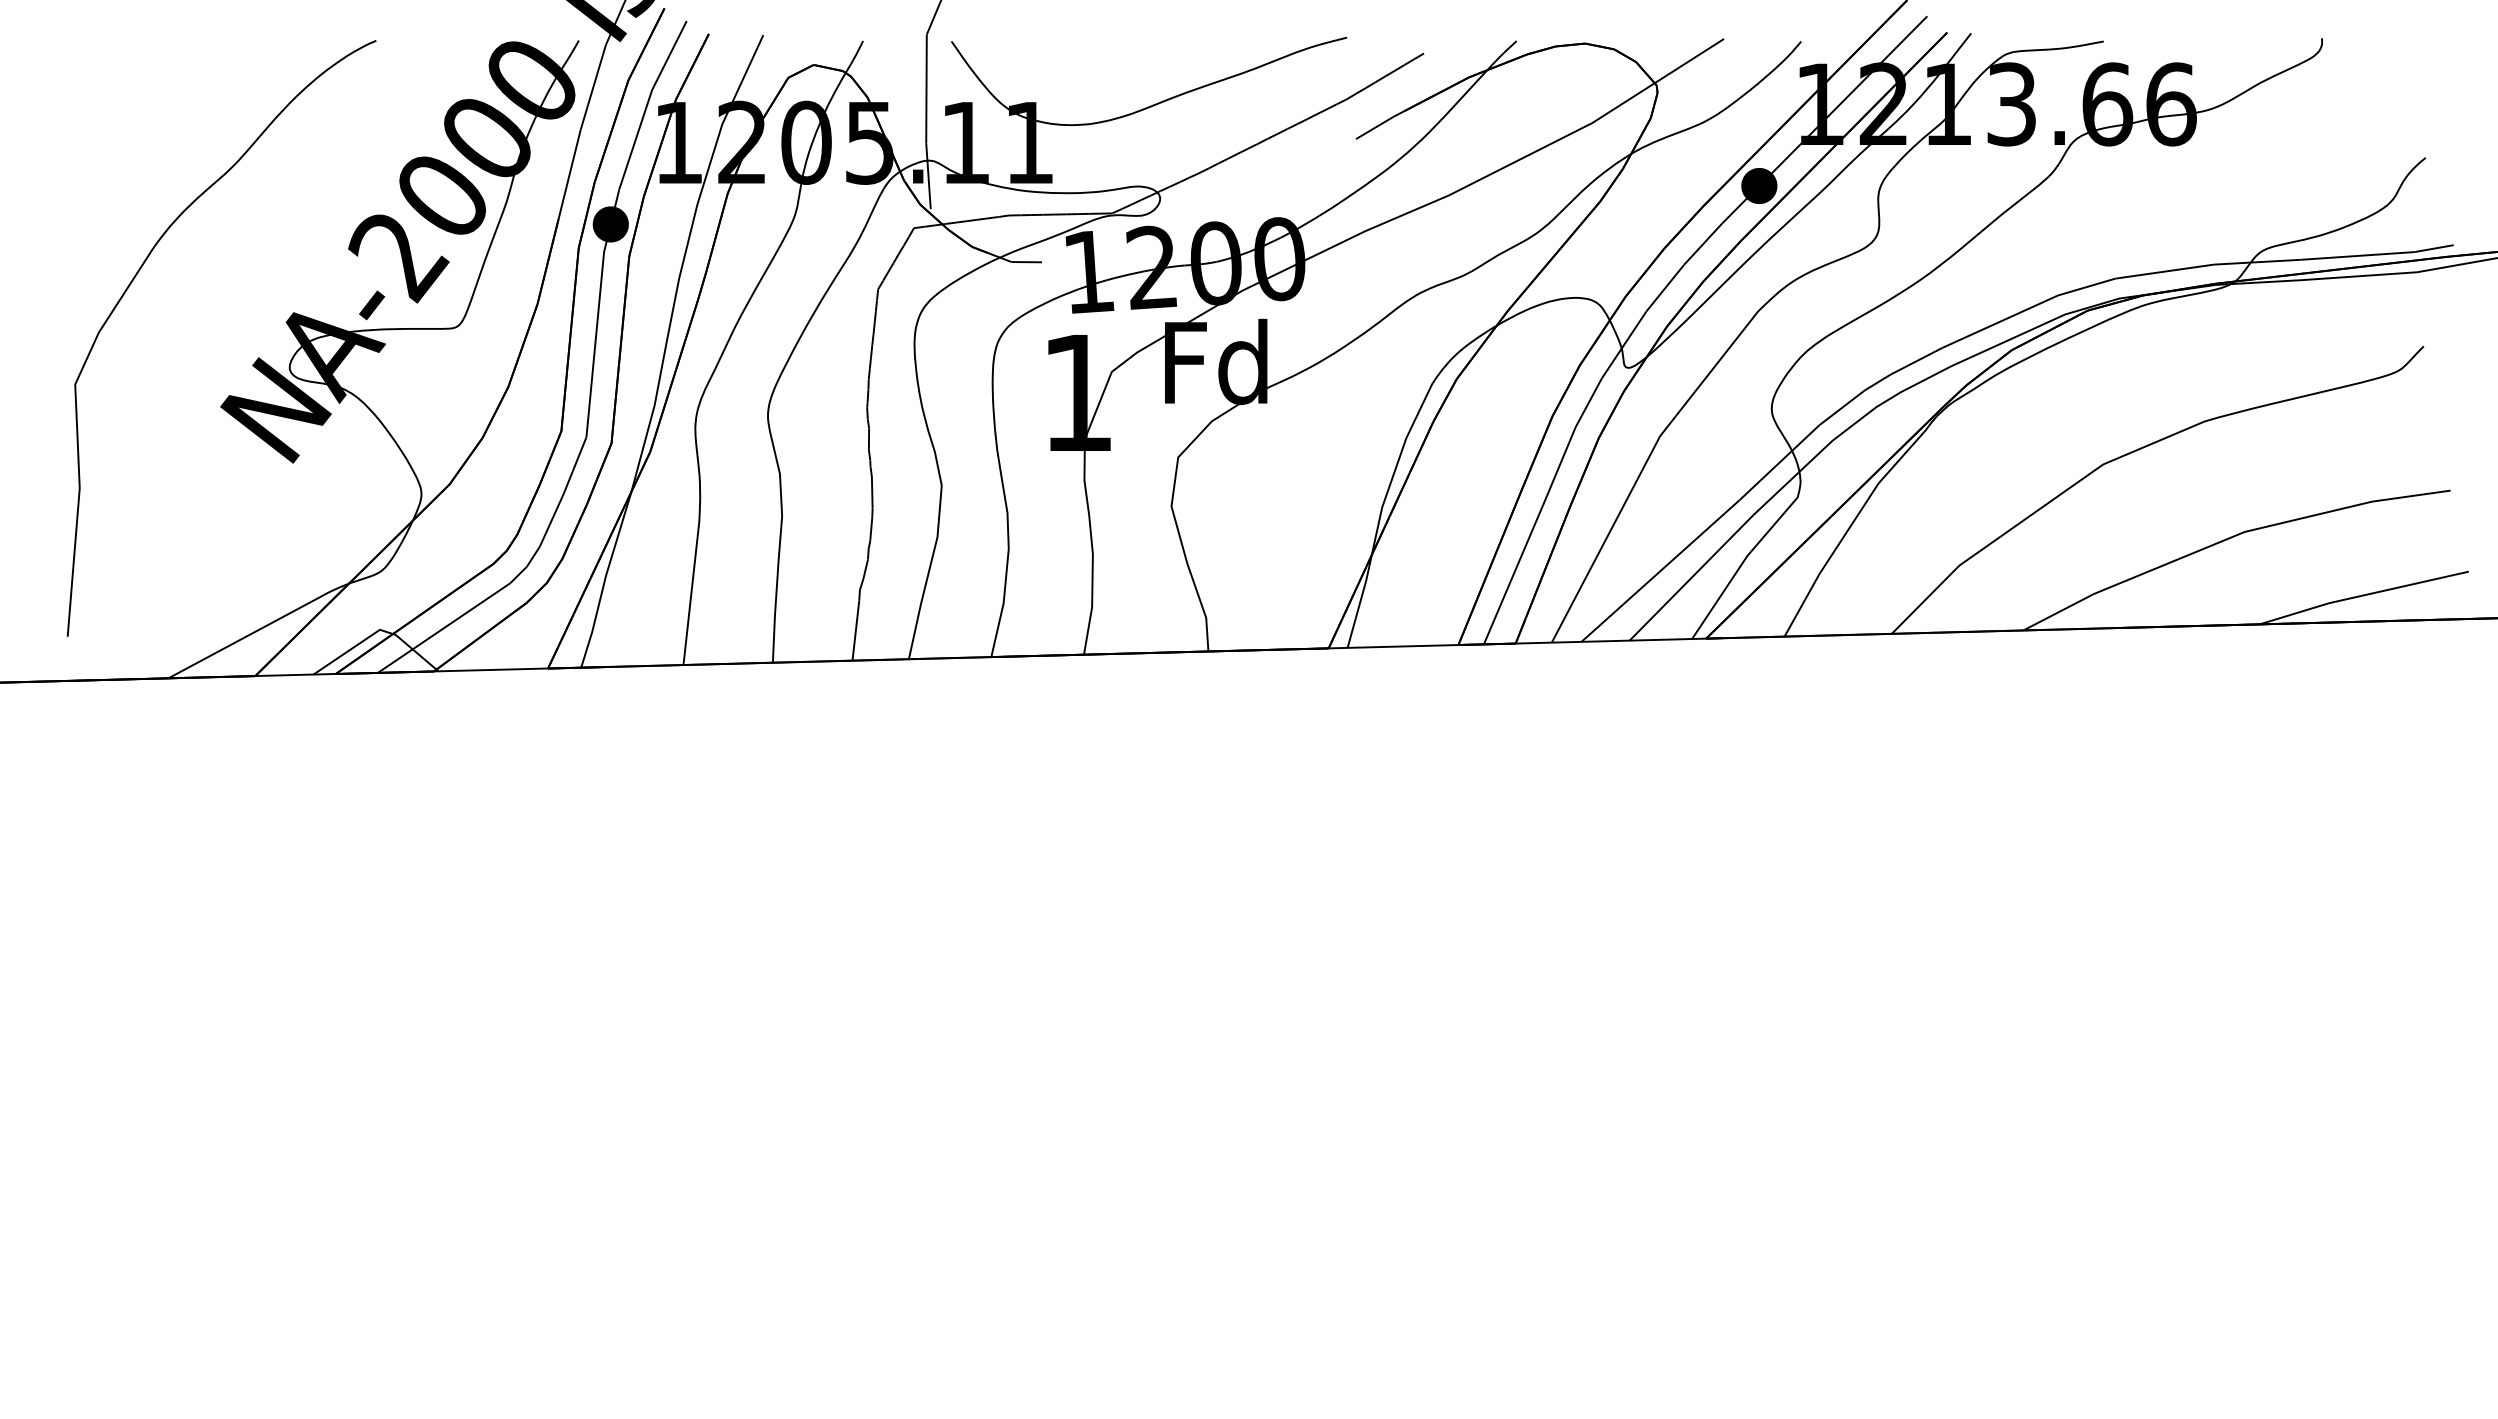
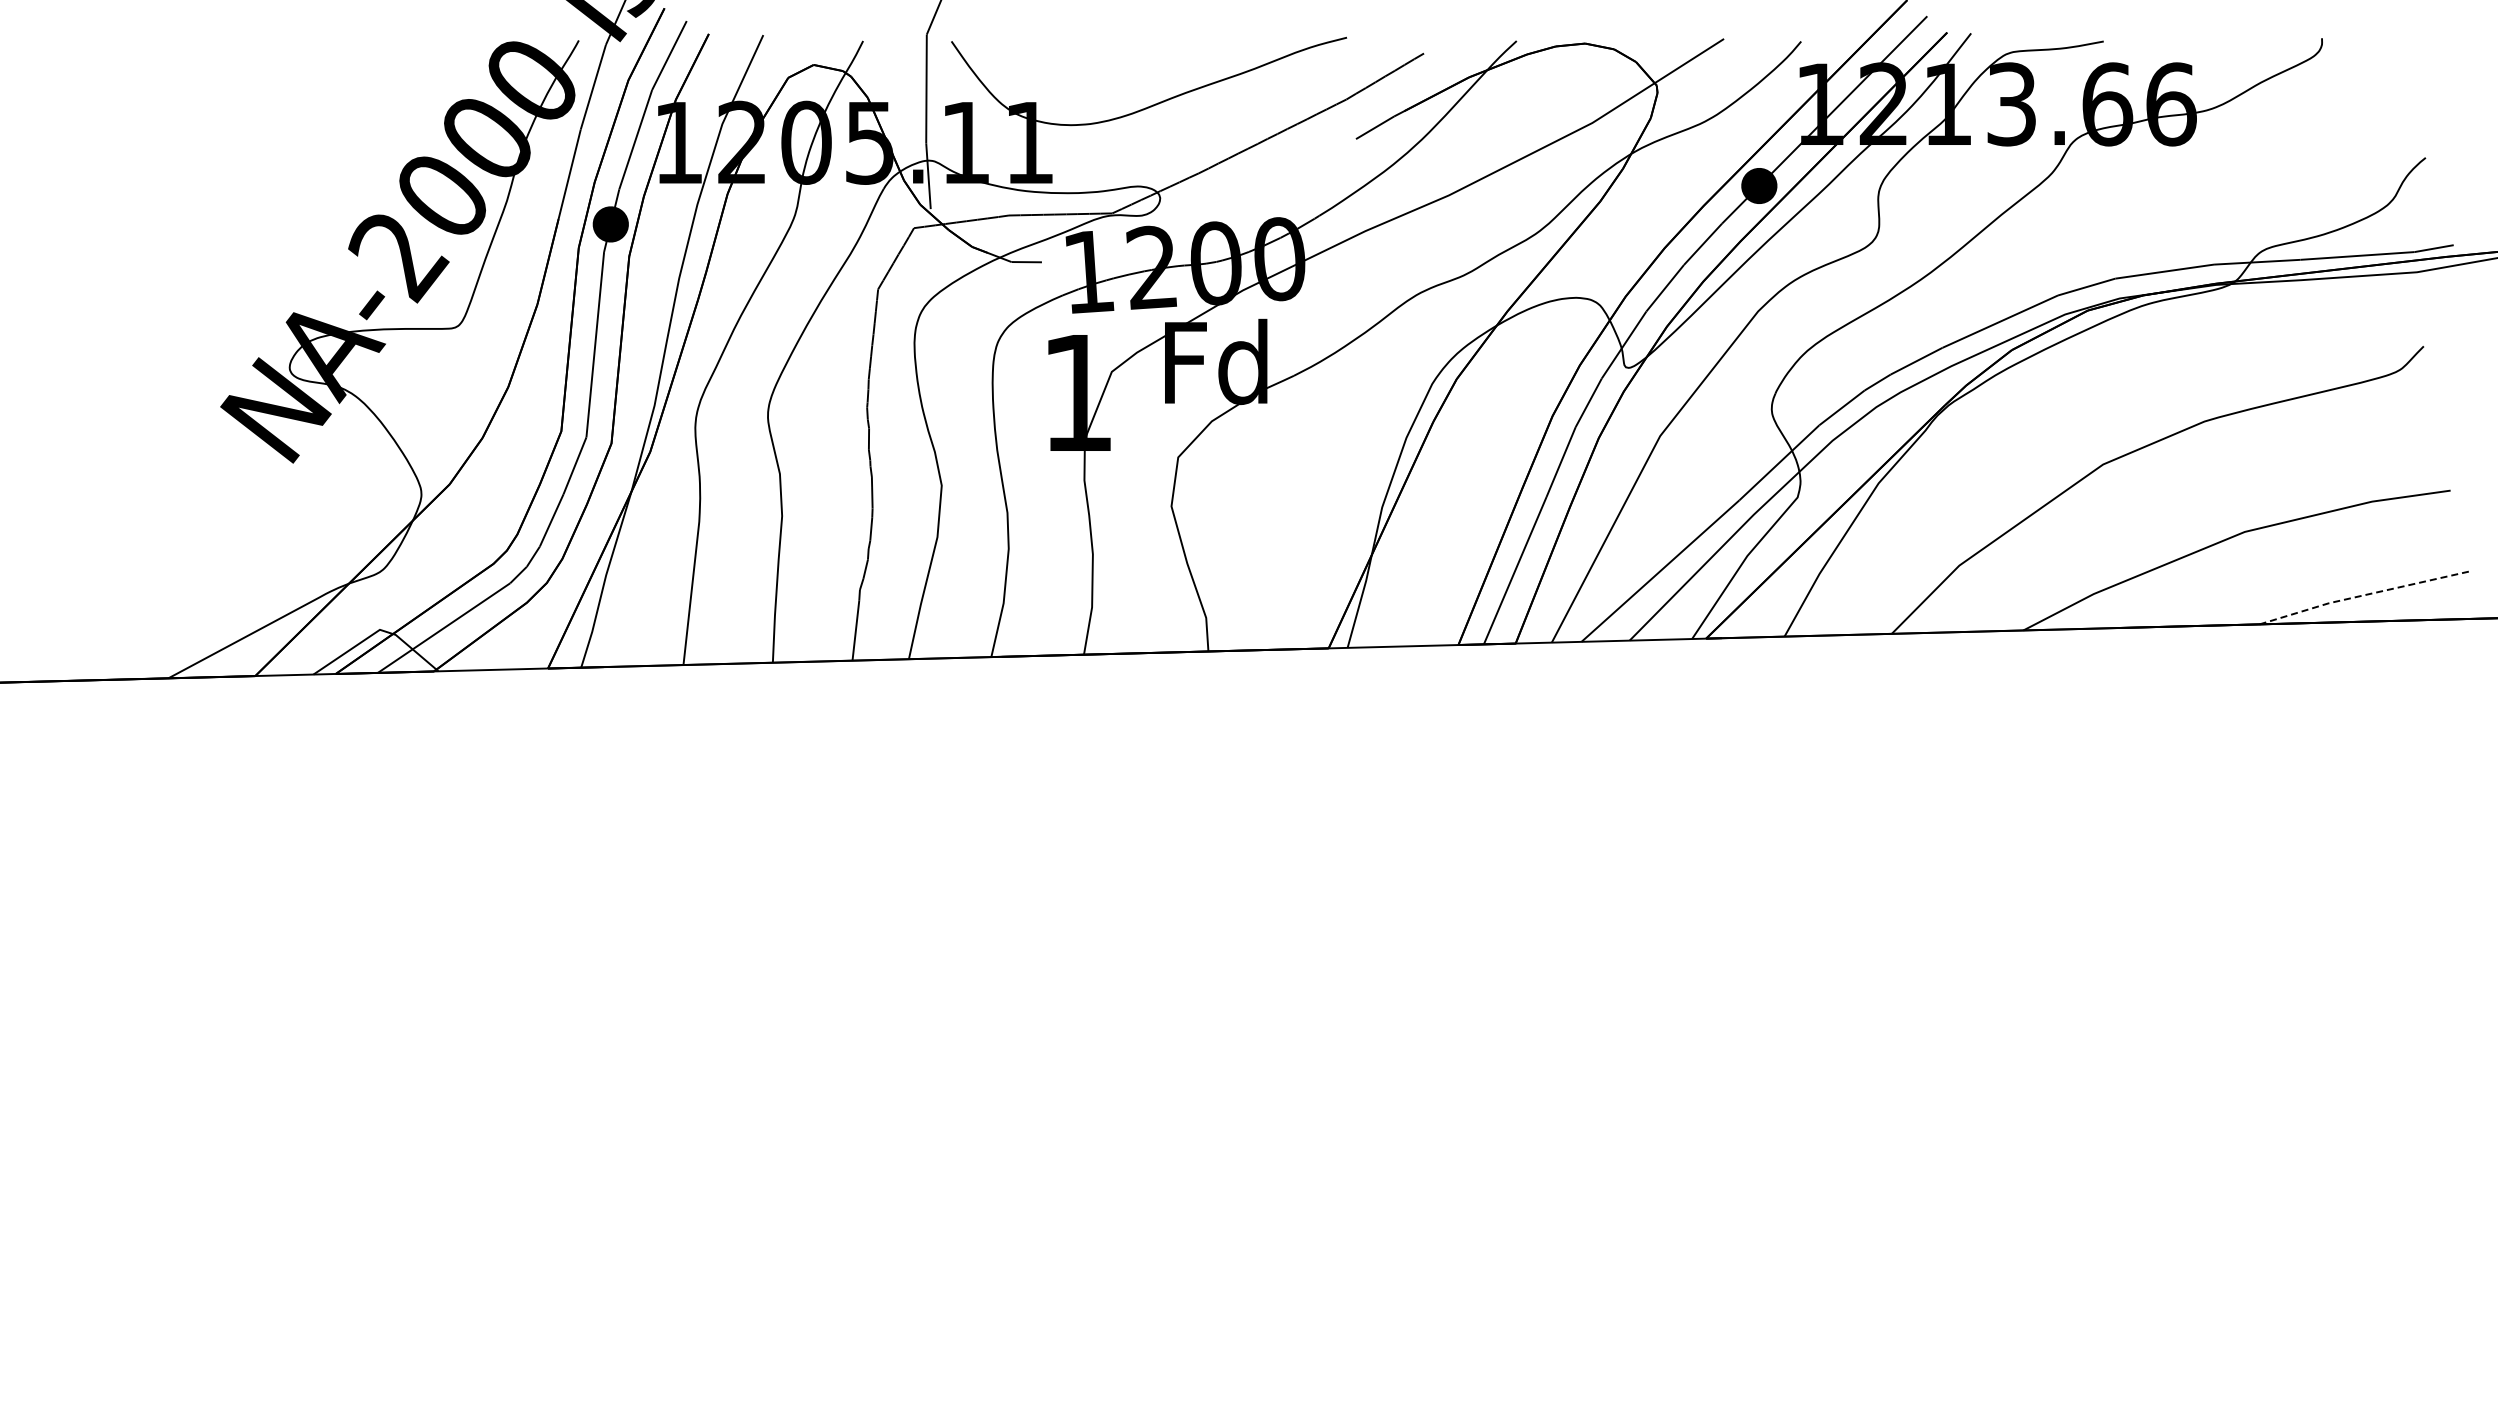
curve at (134, 279): present -> none
line at (2363, 595): solid -> dashed
